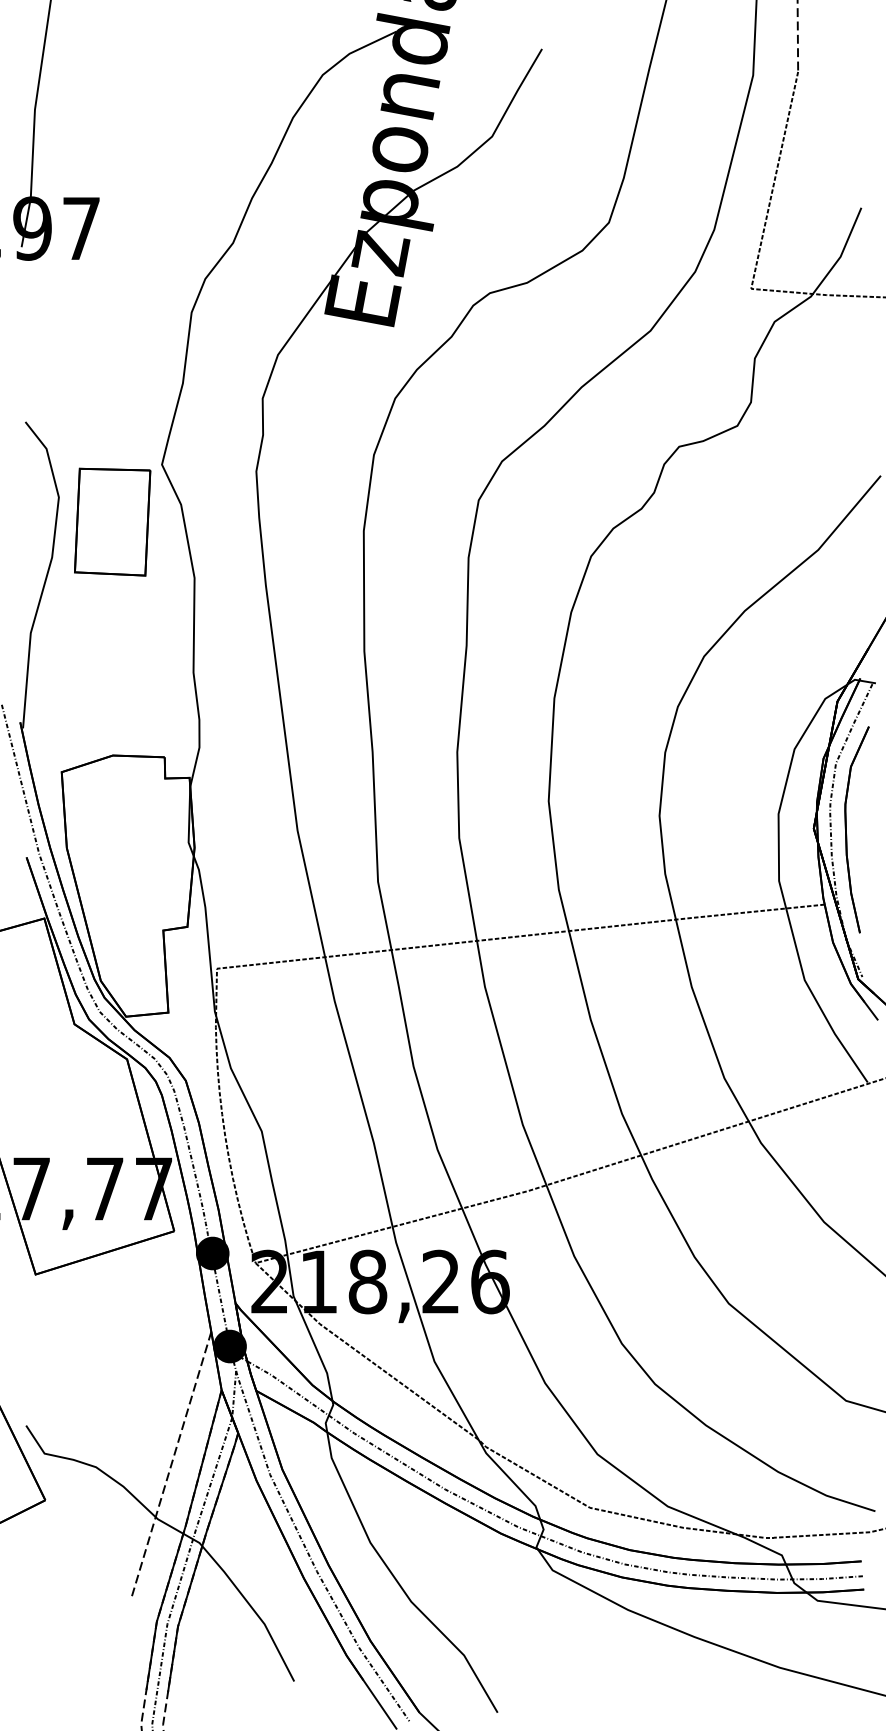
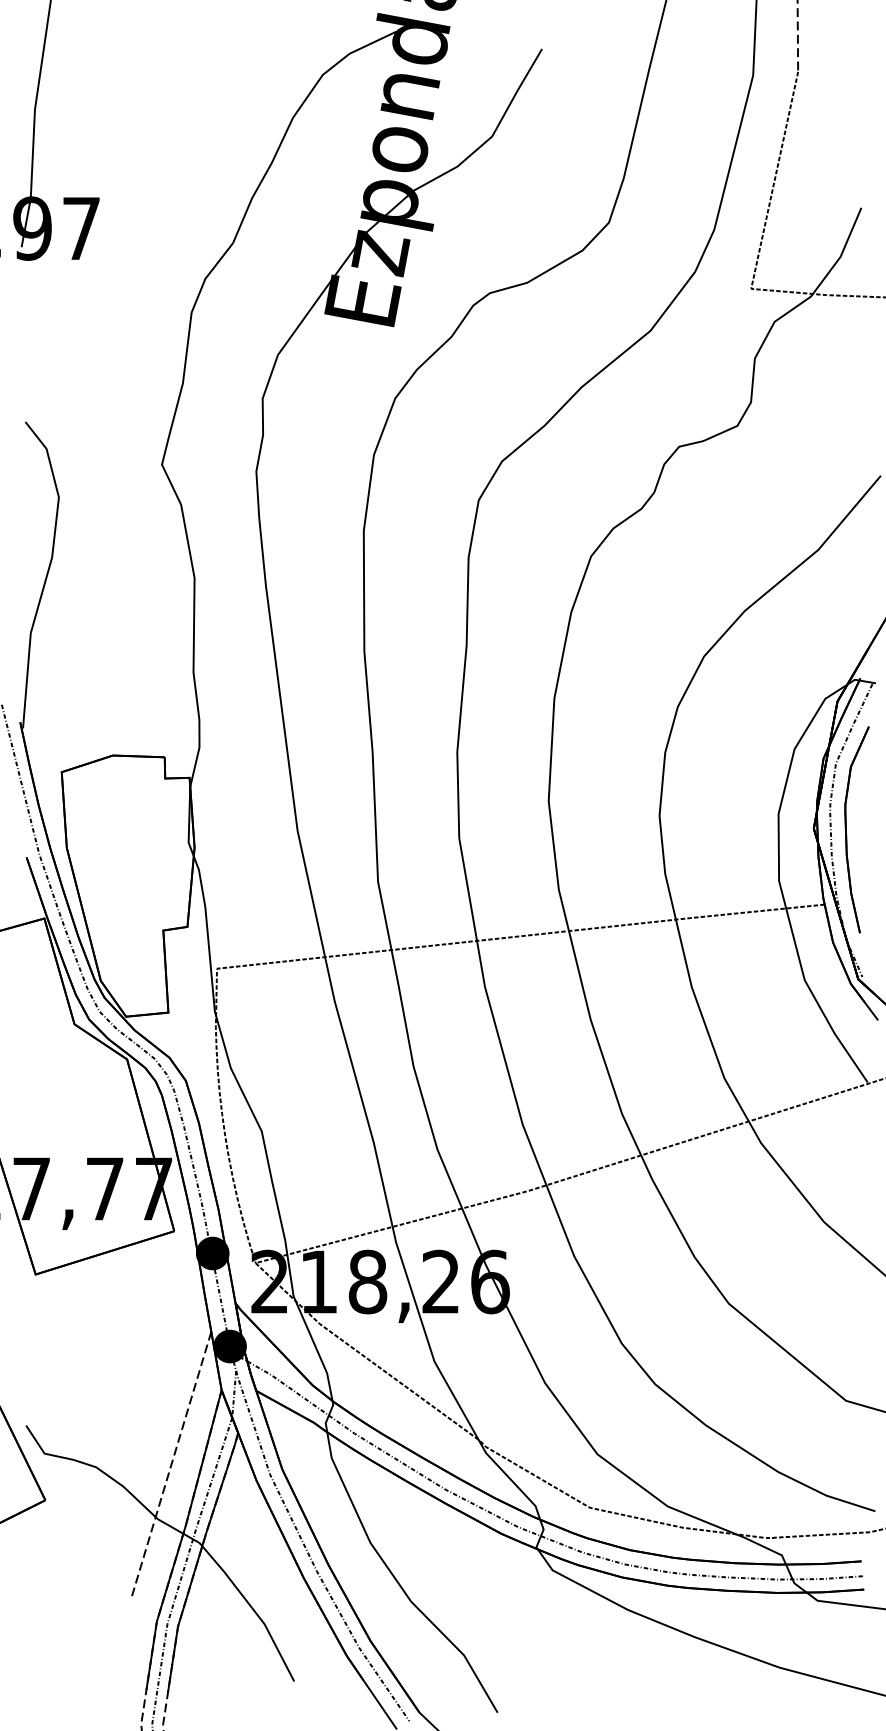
part at (112, 521): present -> none
